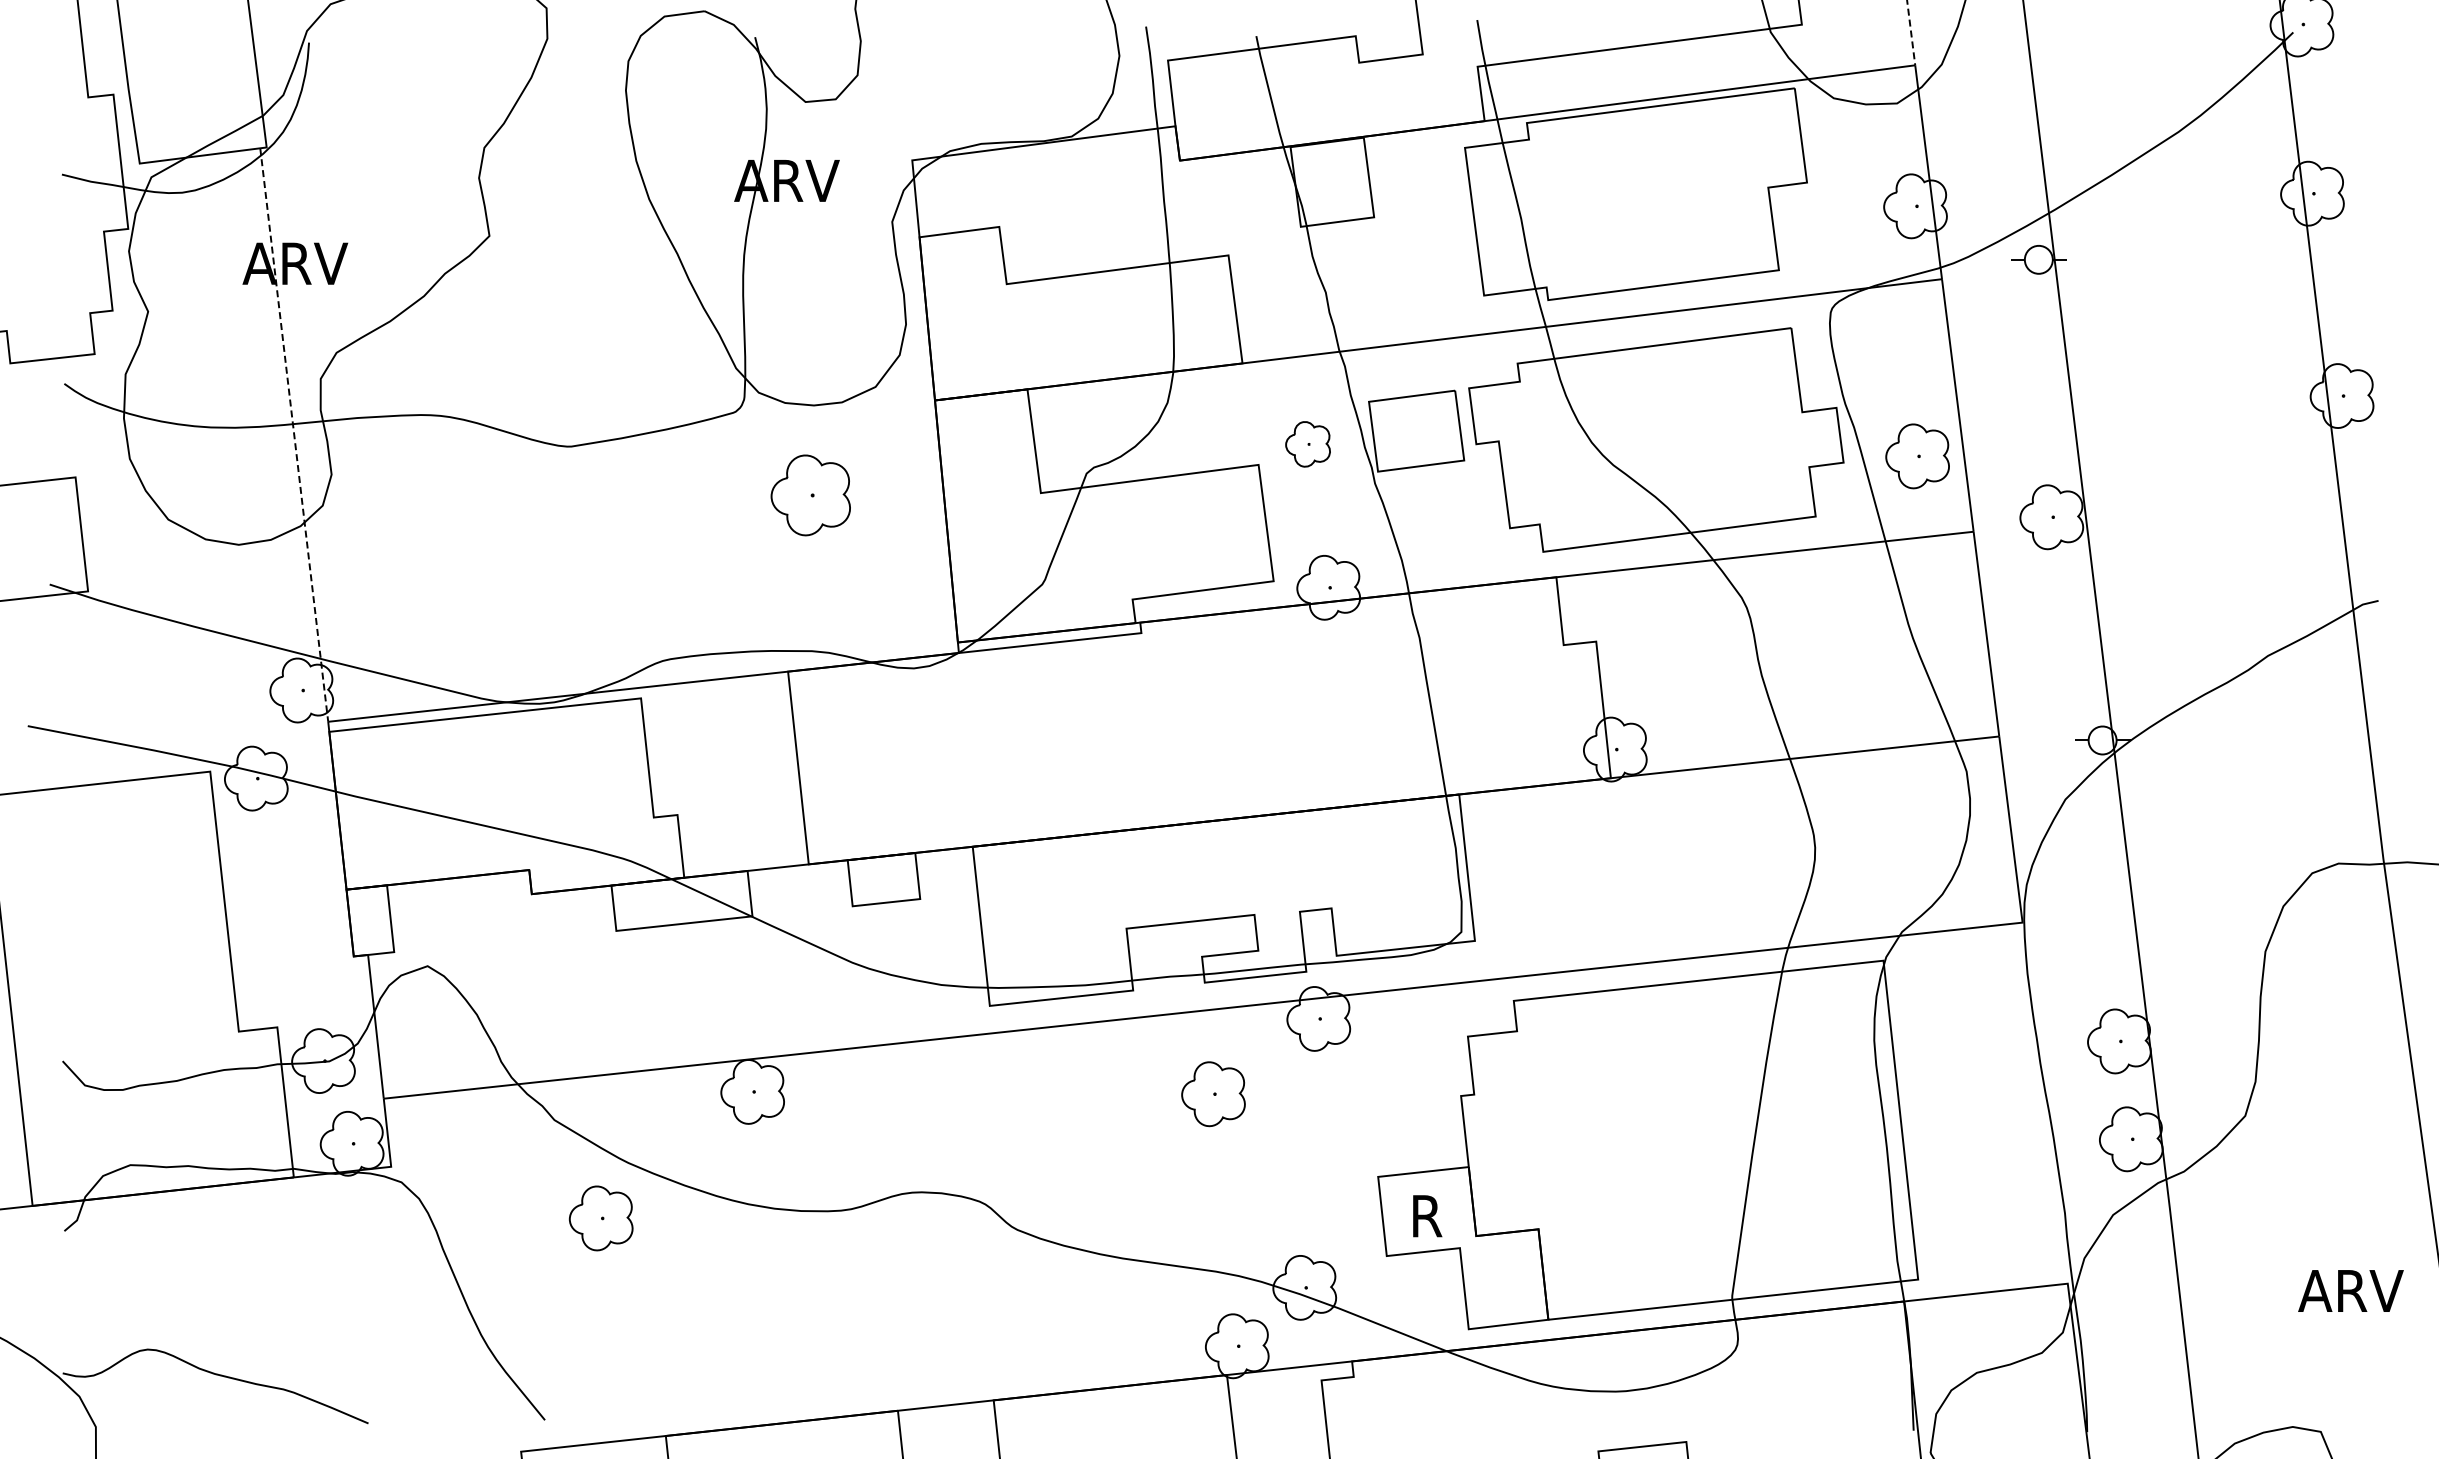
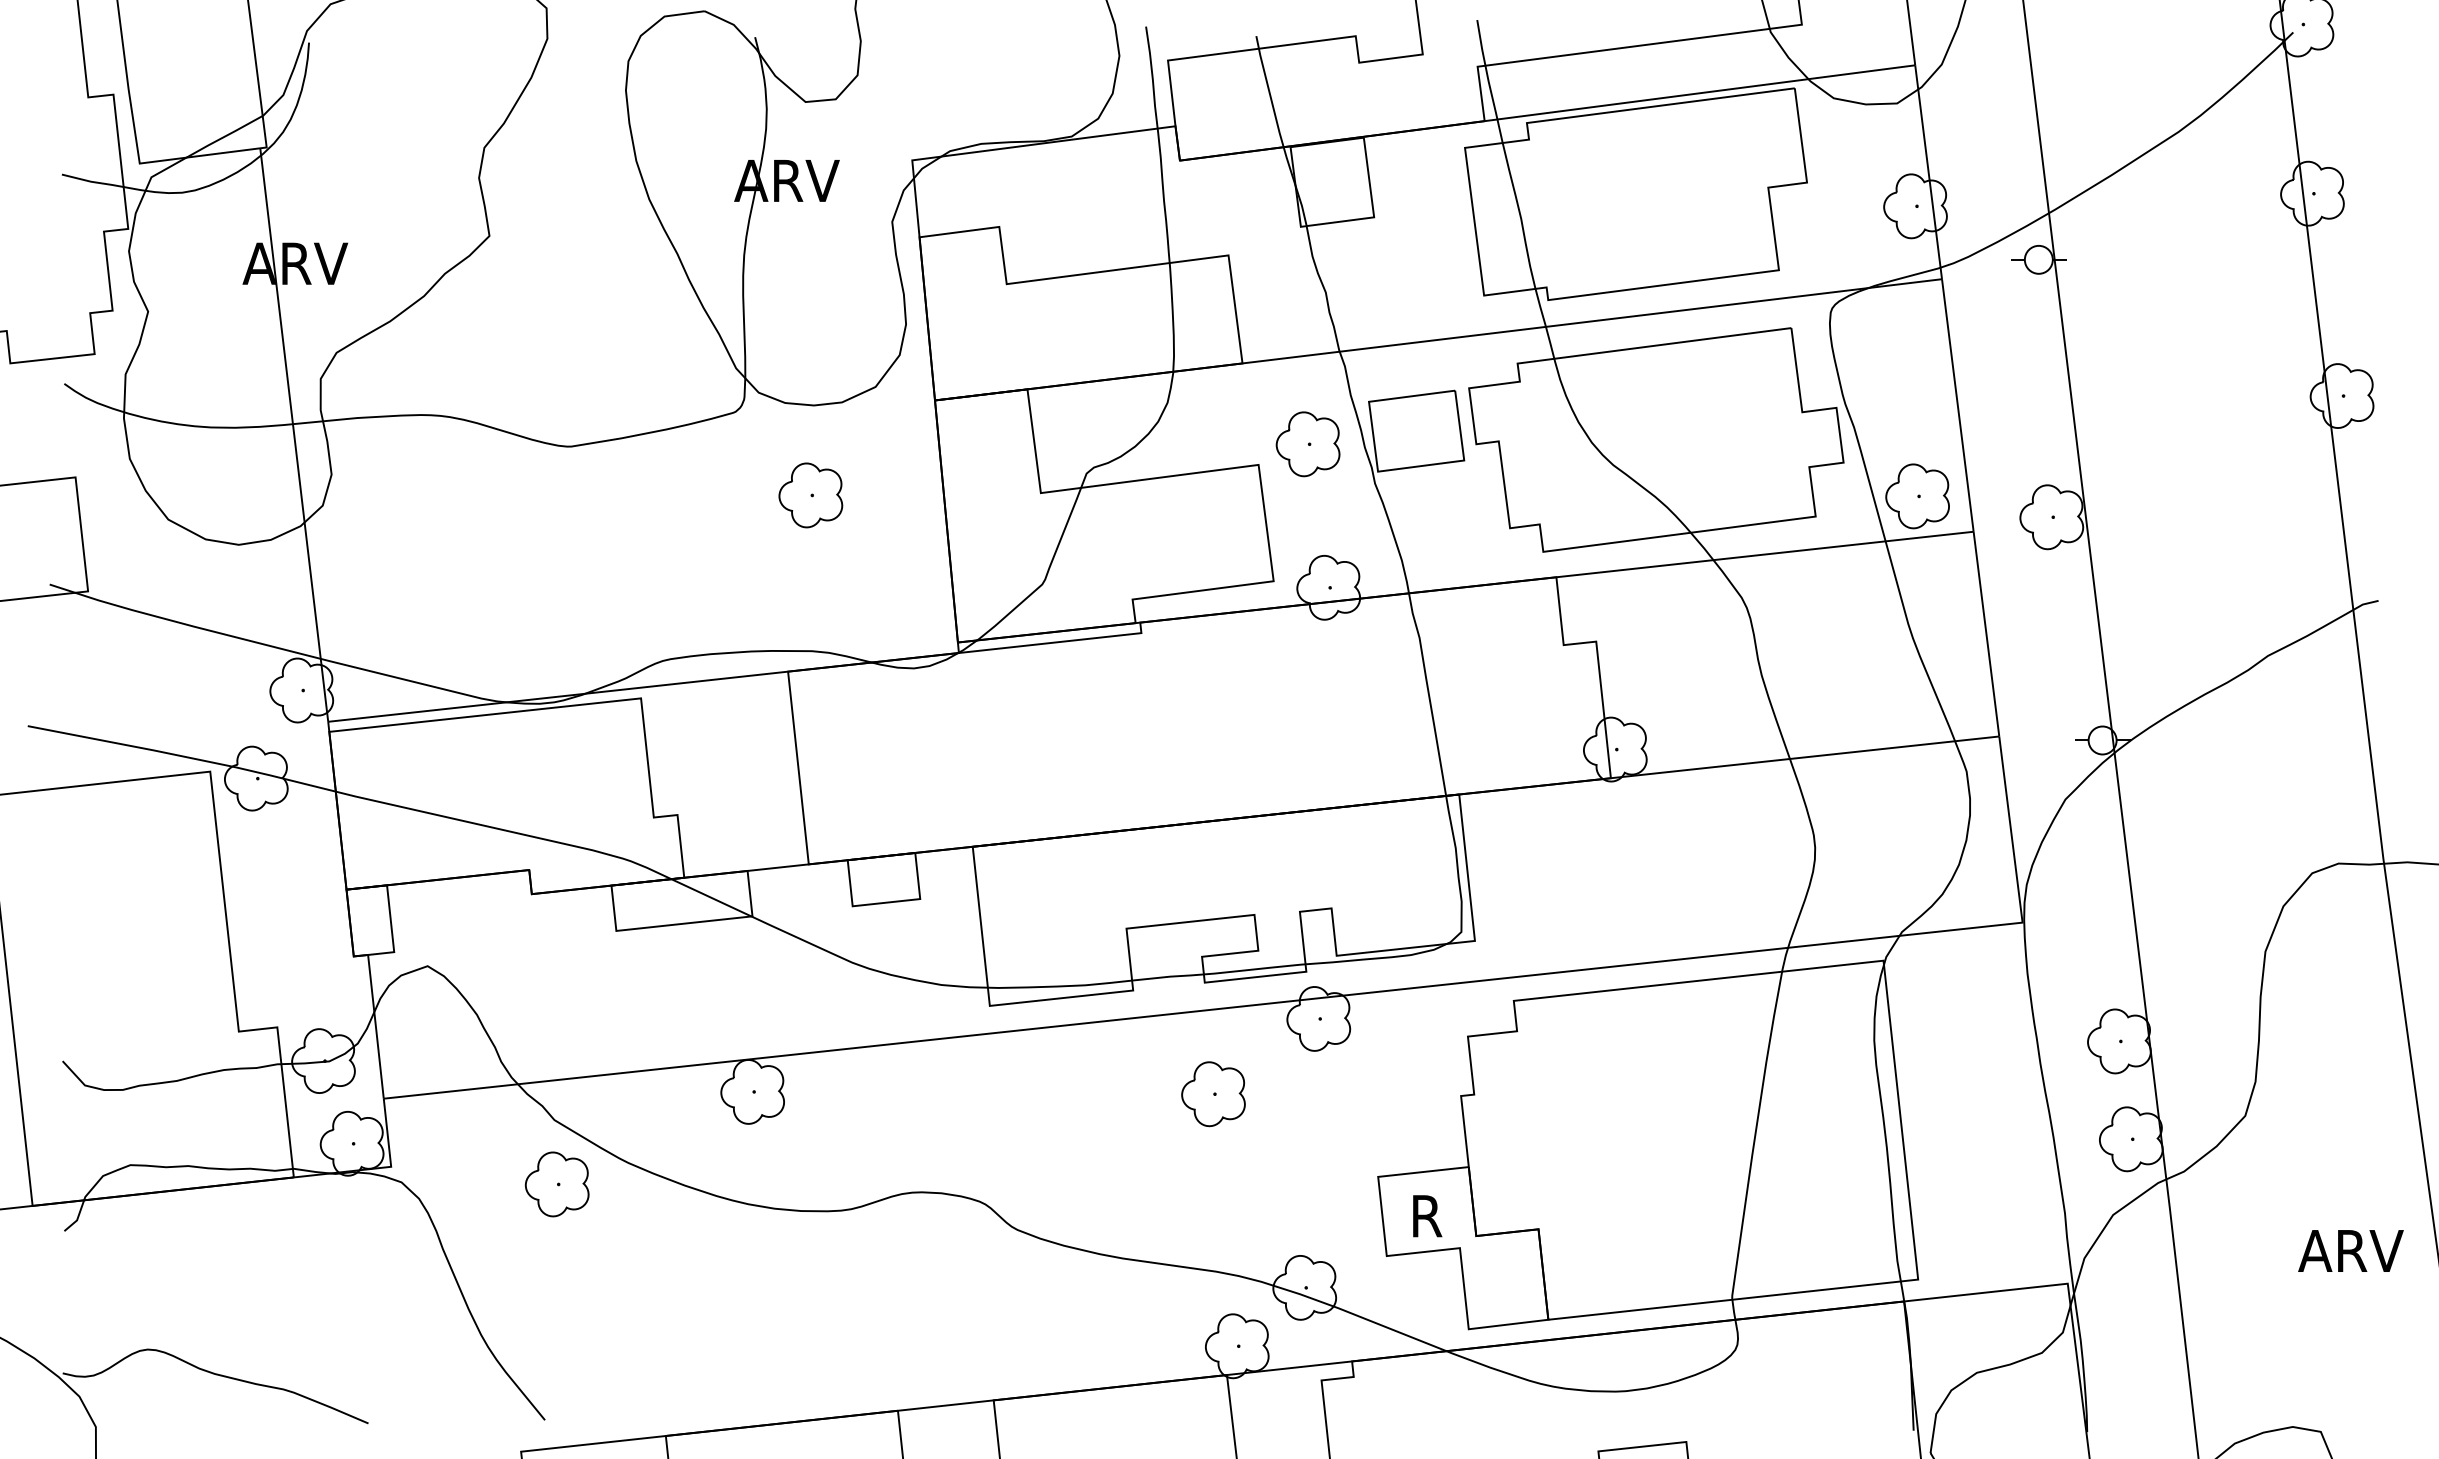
line at (1911, 32): dashed -> solid
line at (294, 435): dashed -> solid
part at (1307, 444) size: 46x47 px -> 66x67 px
part at (1917, 456) position: (1917, 456) -> (1917, 496)
part at (810, 495) size: 81x83 px -> 66x67 px
part at (600, 1218) position: (600, 1218) -> (556, 1184)
text at (2350, 1290) position: (2350, 1290) -> (2350, 1250)
